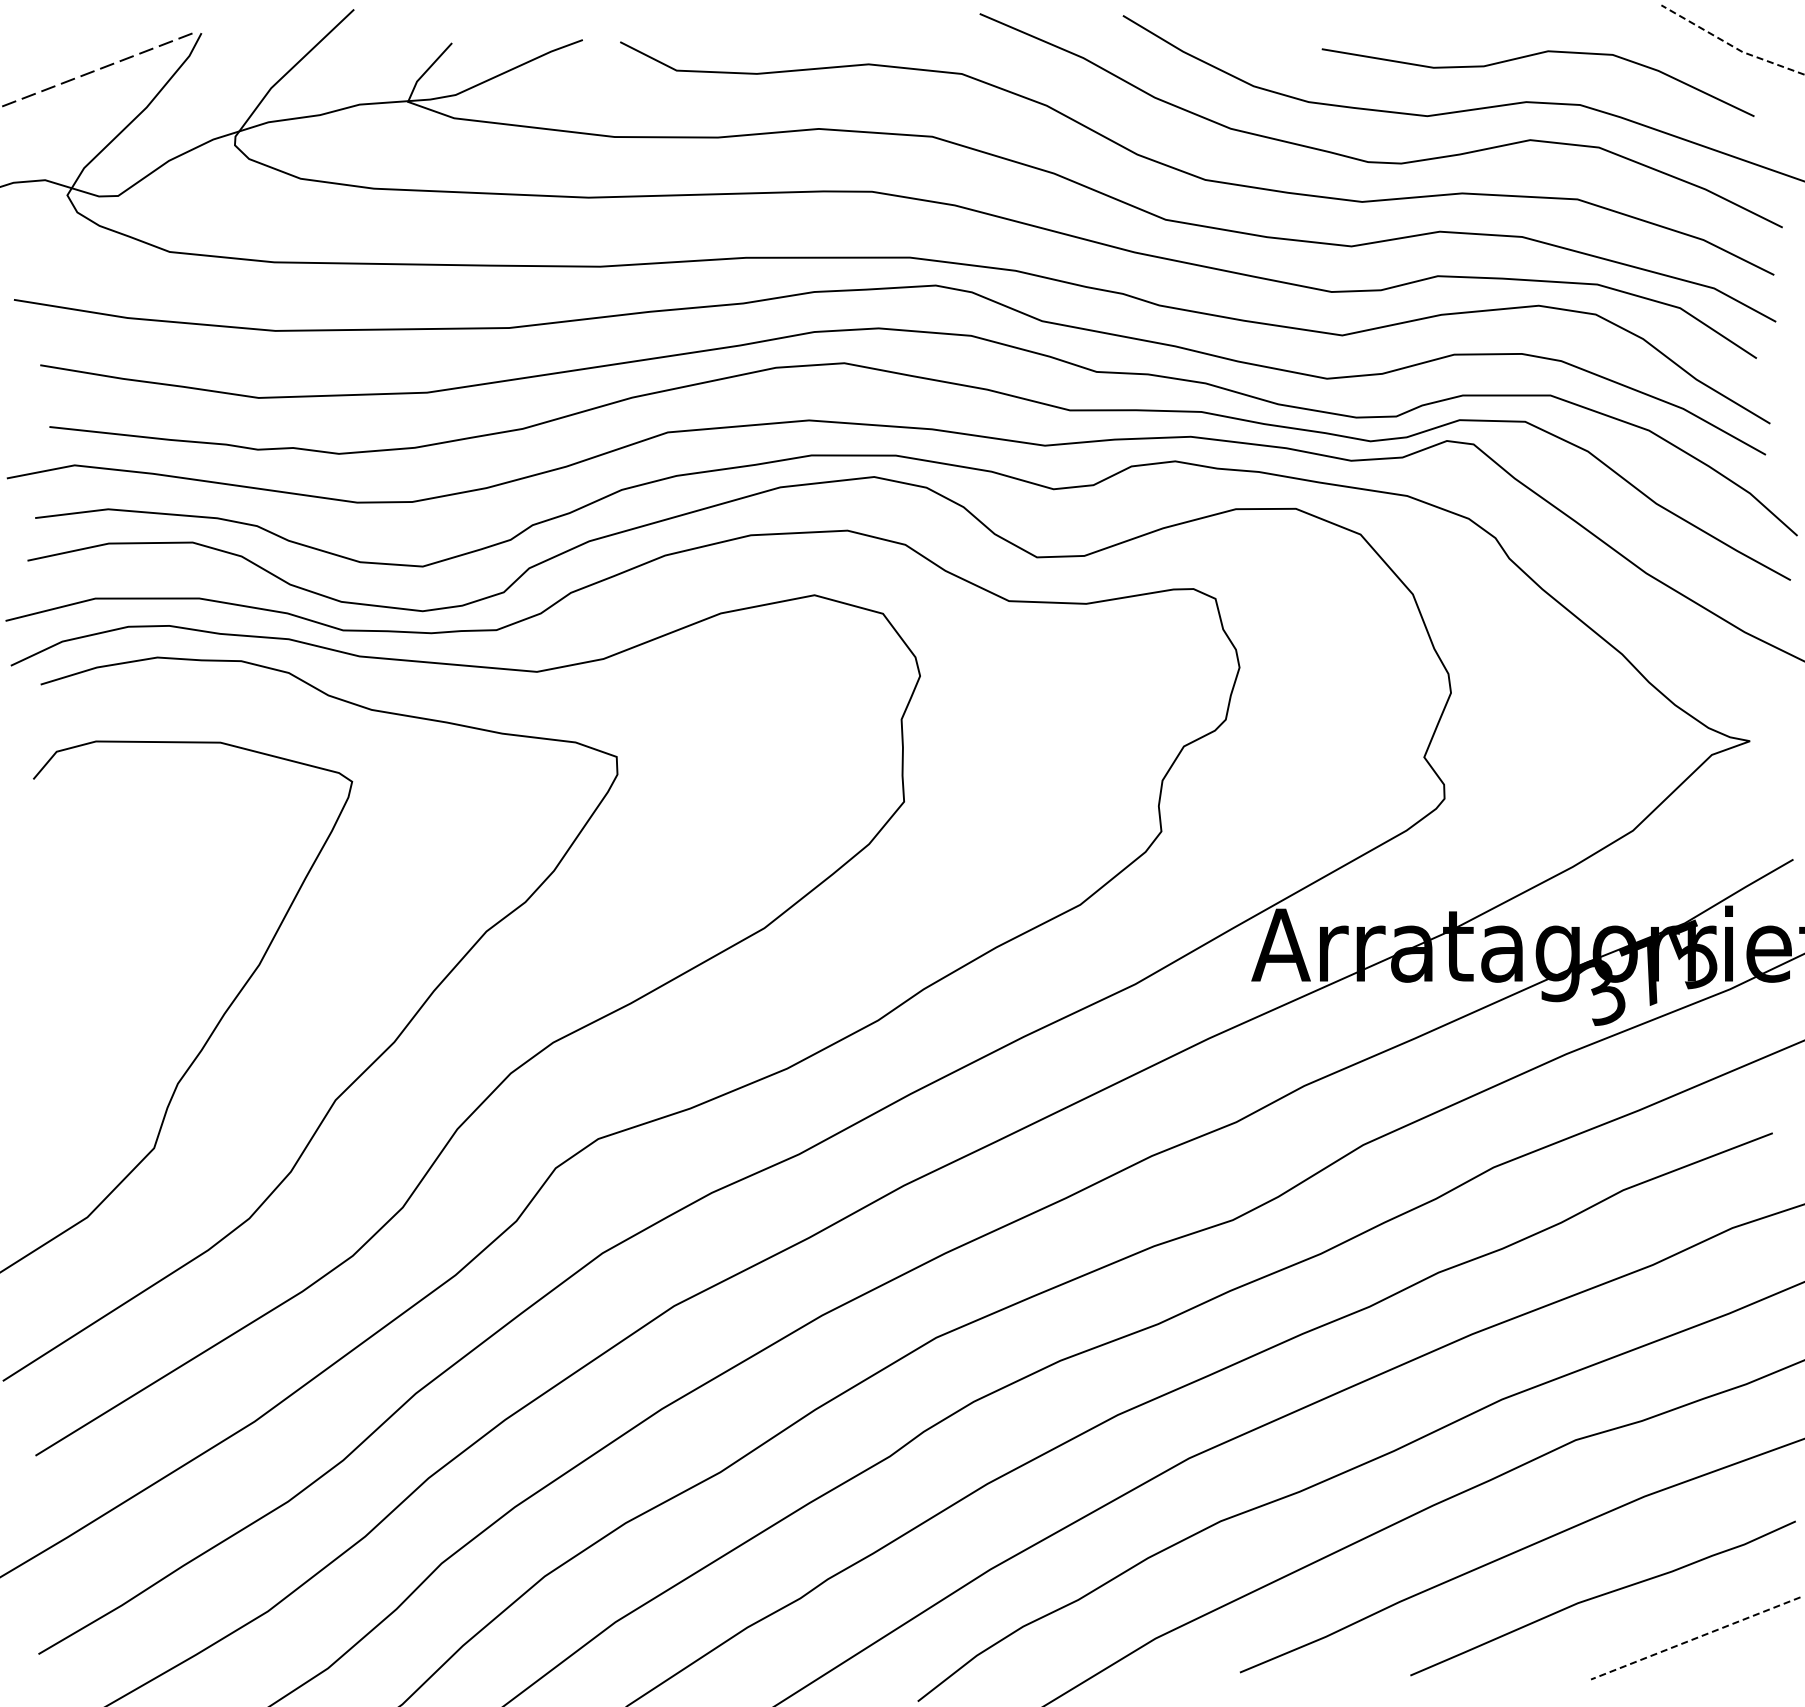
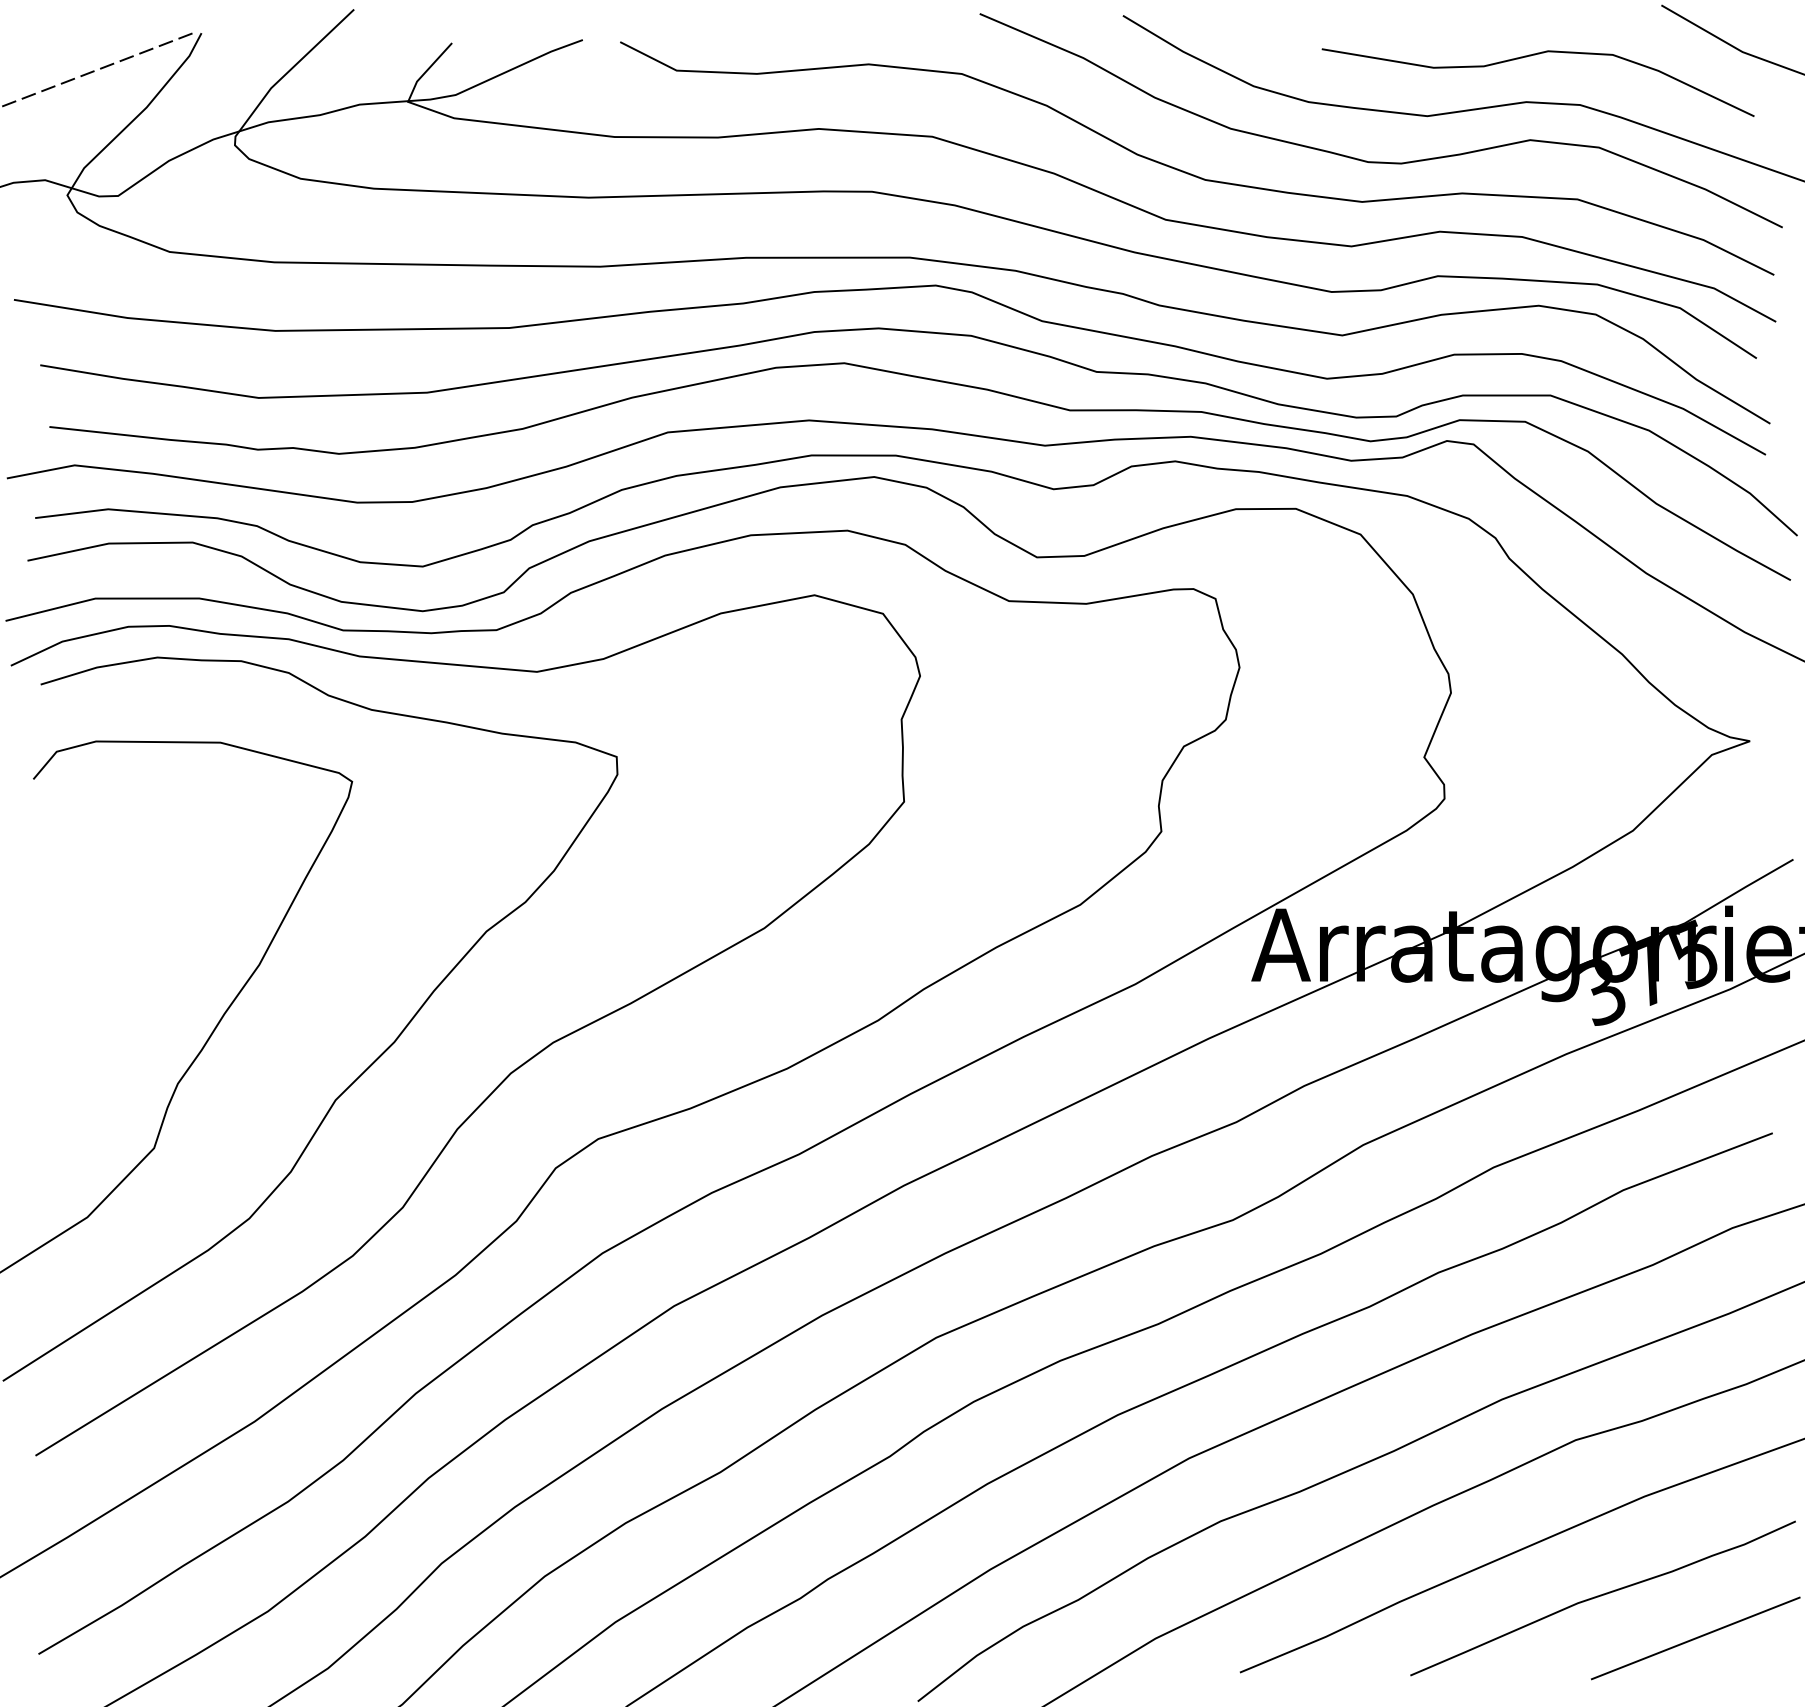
line at (1730, 45): dashed -> solid
line at (1695, 1638): dashed -> solid
